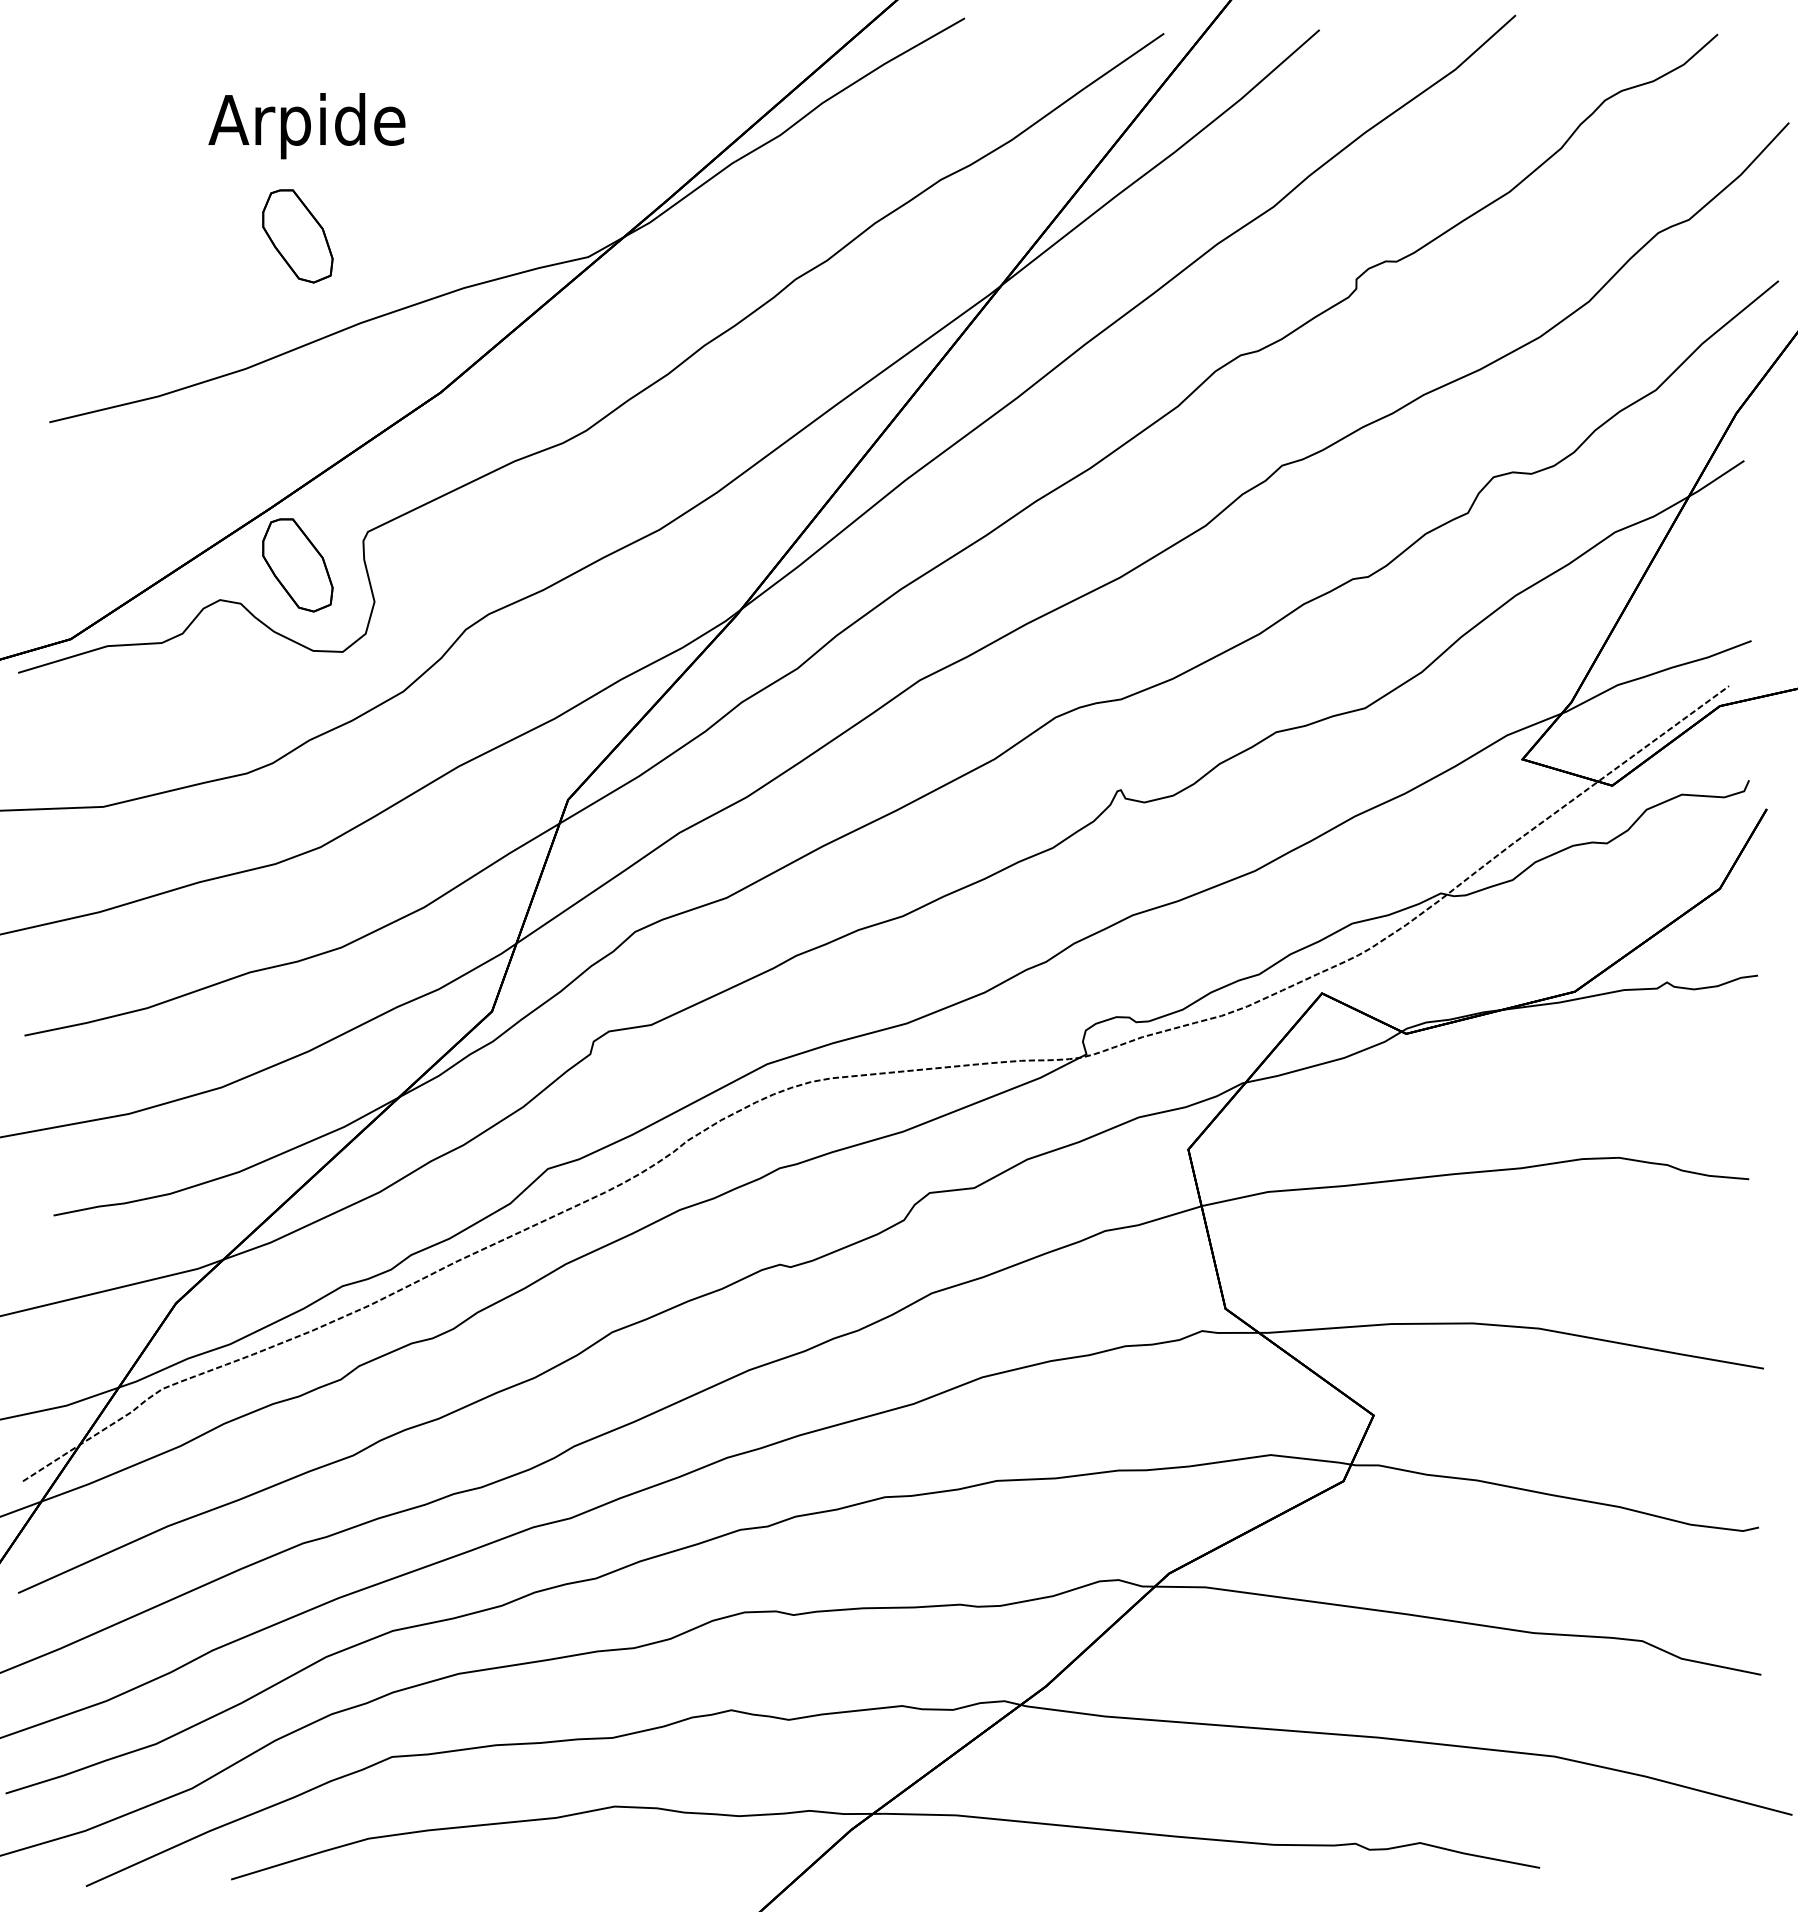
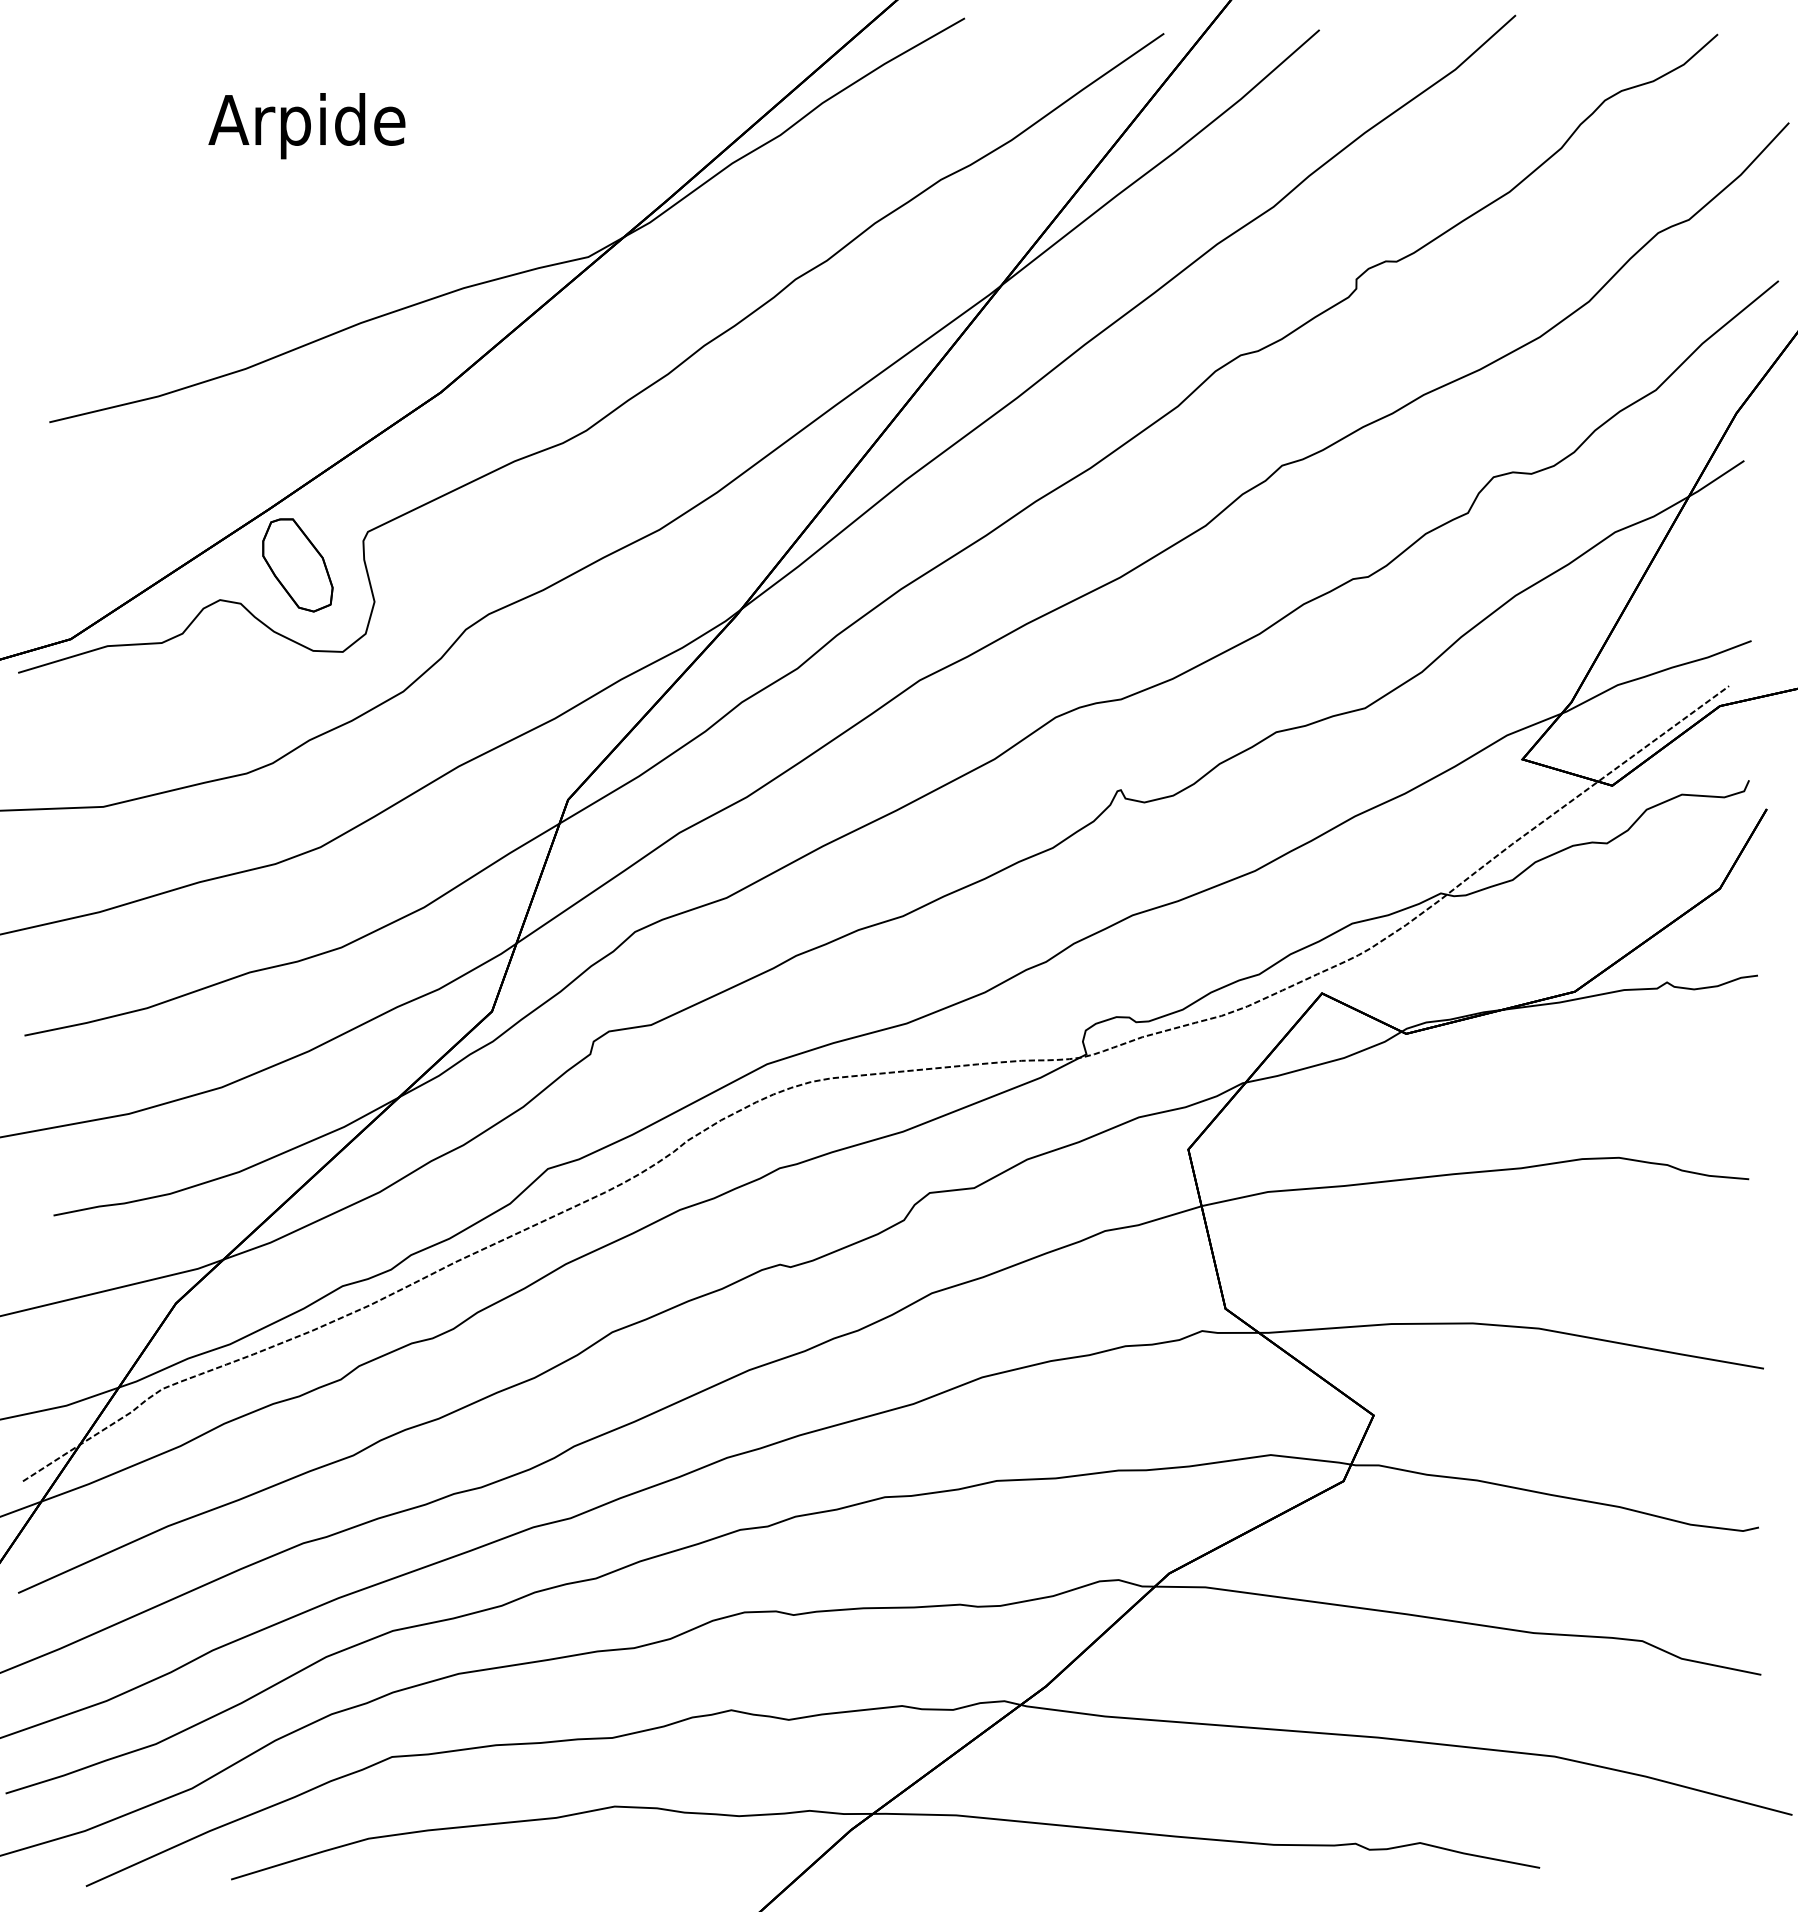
part at (297, 236): present -> none
